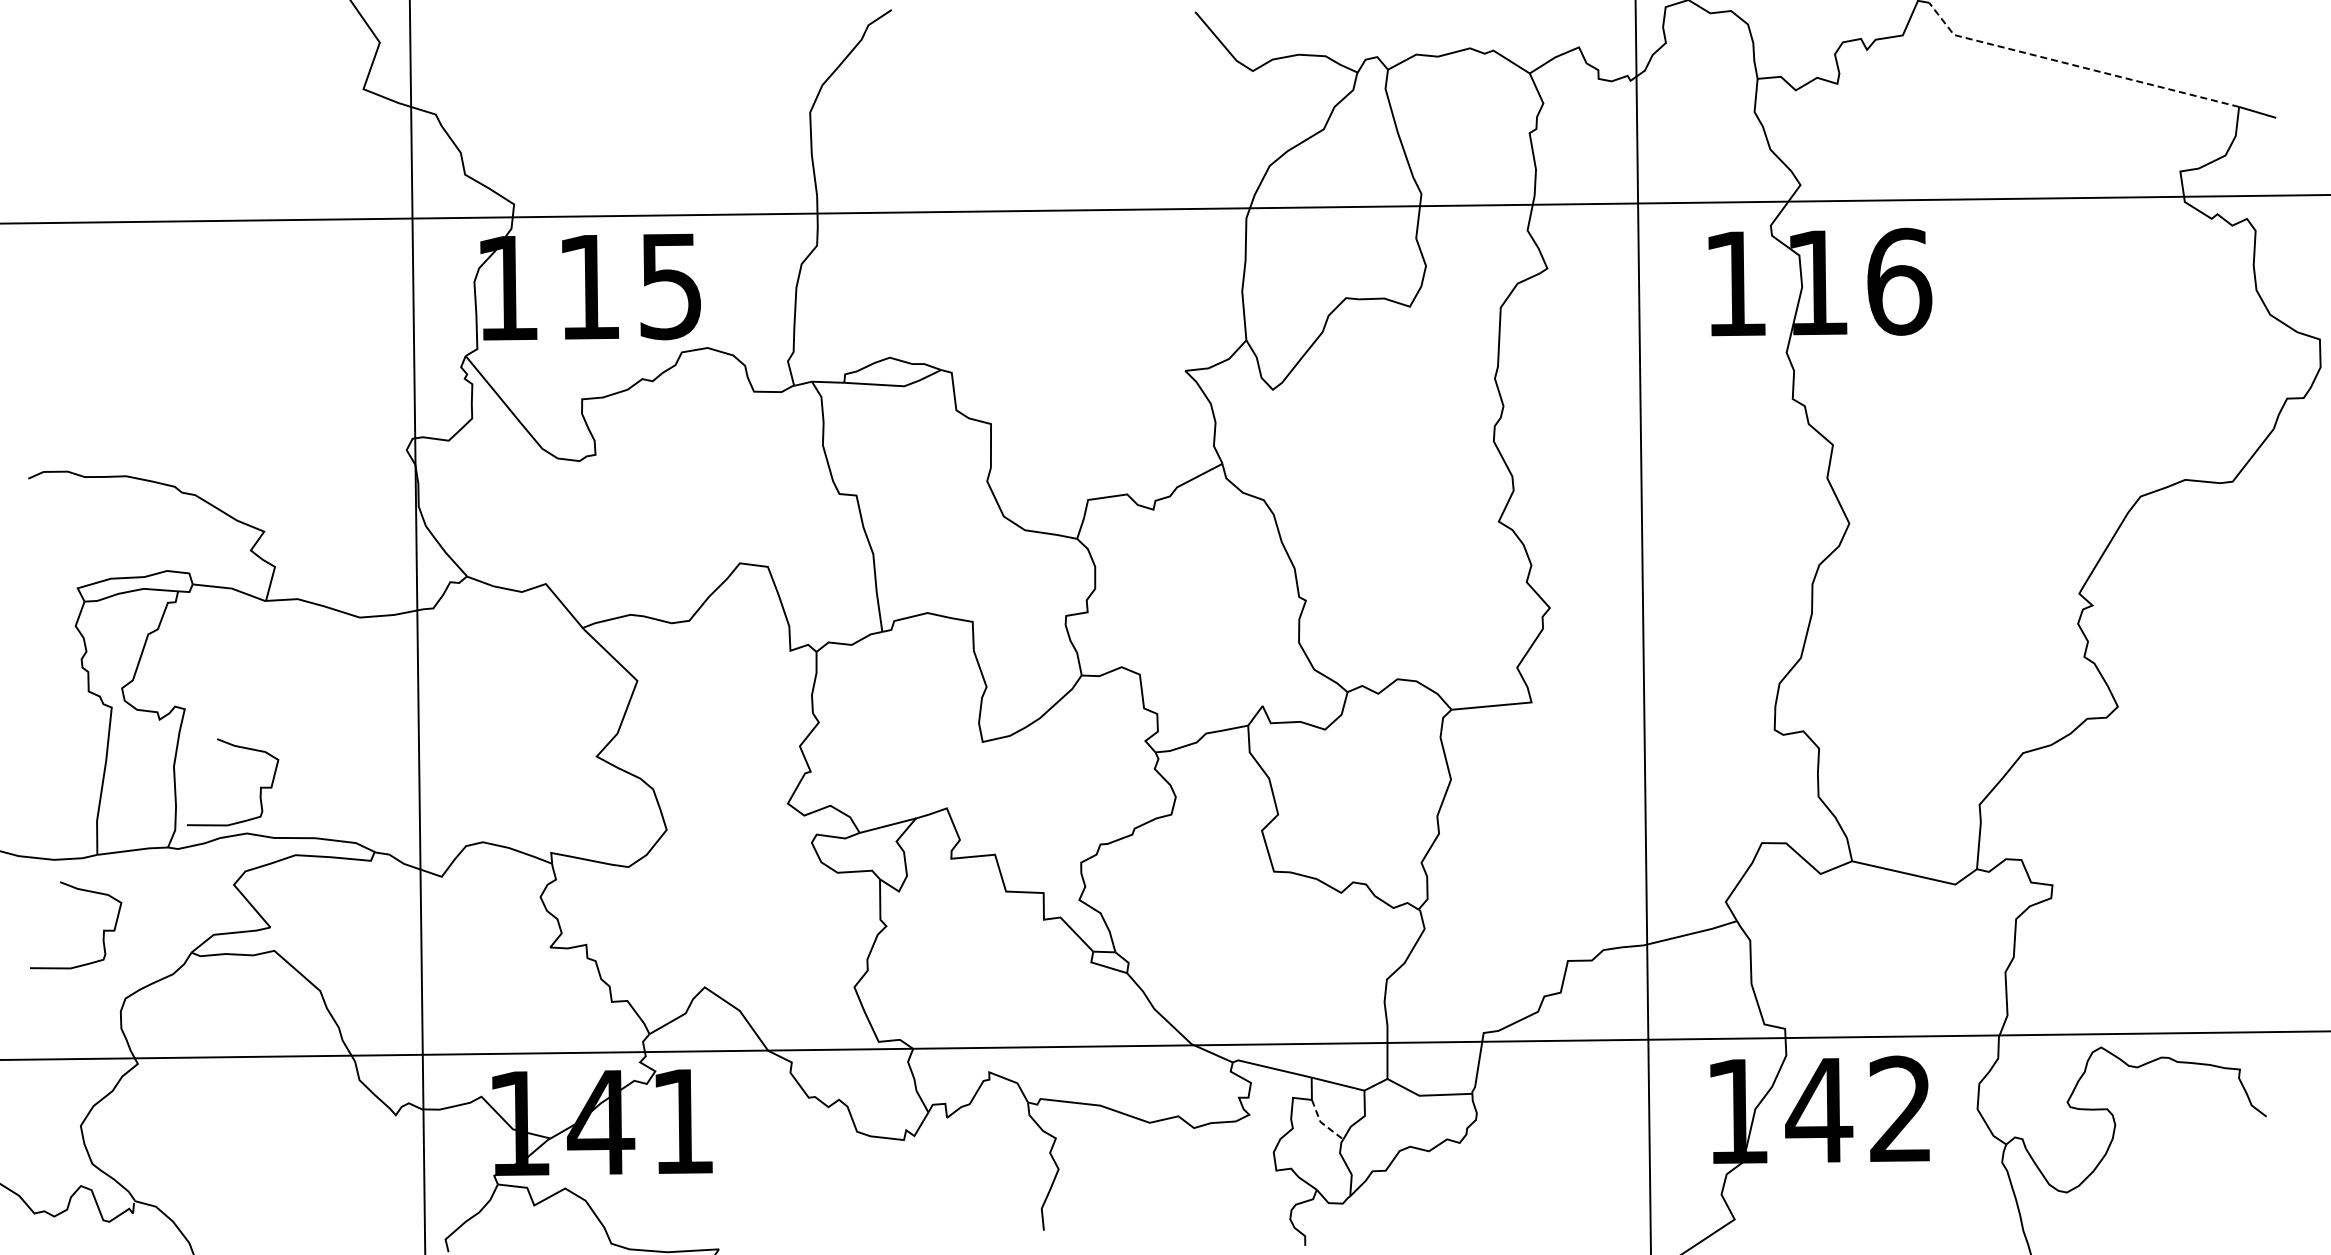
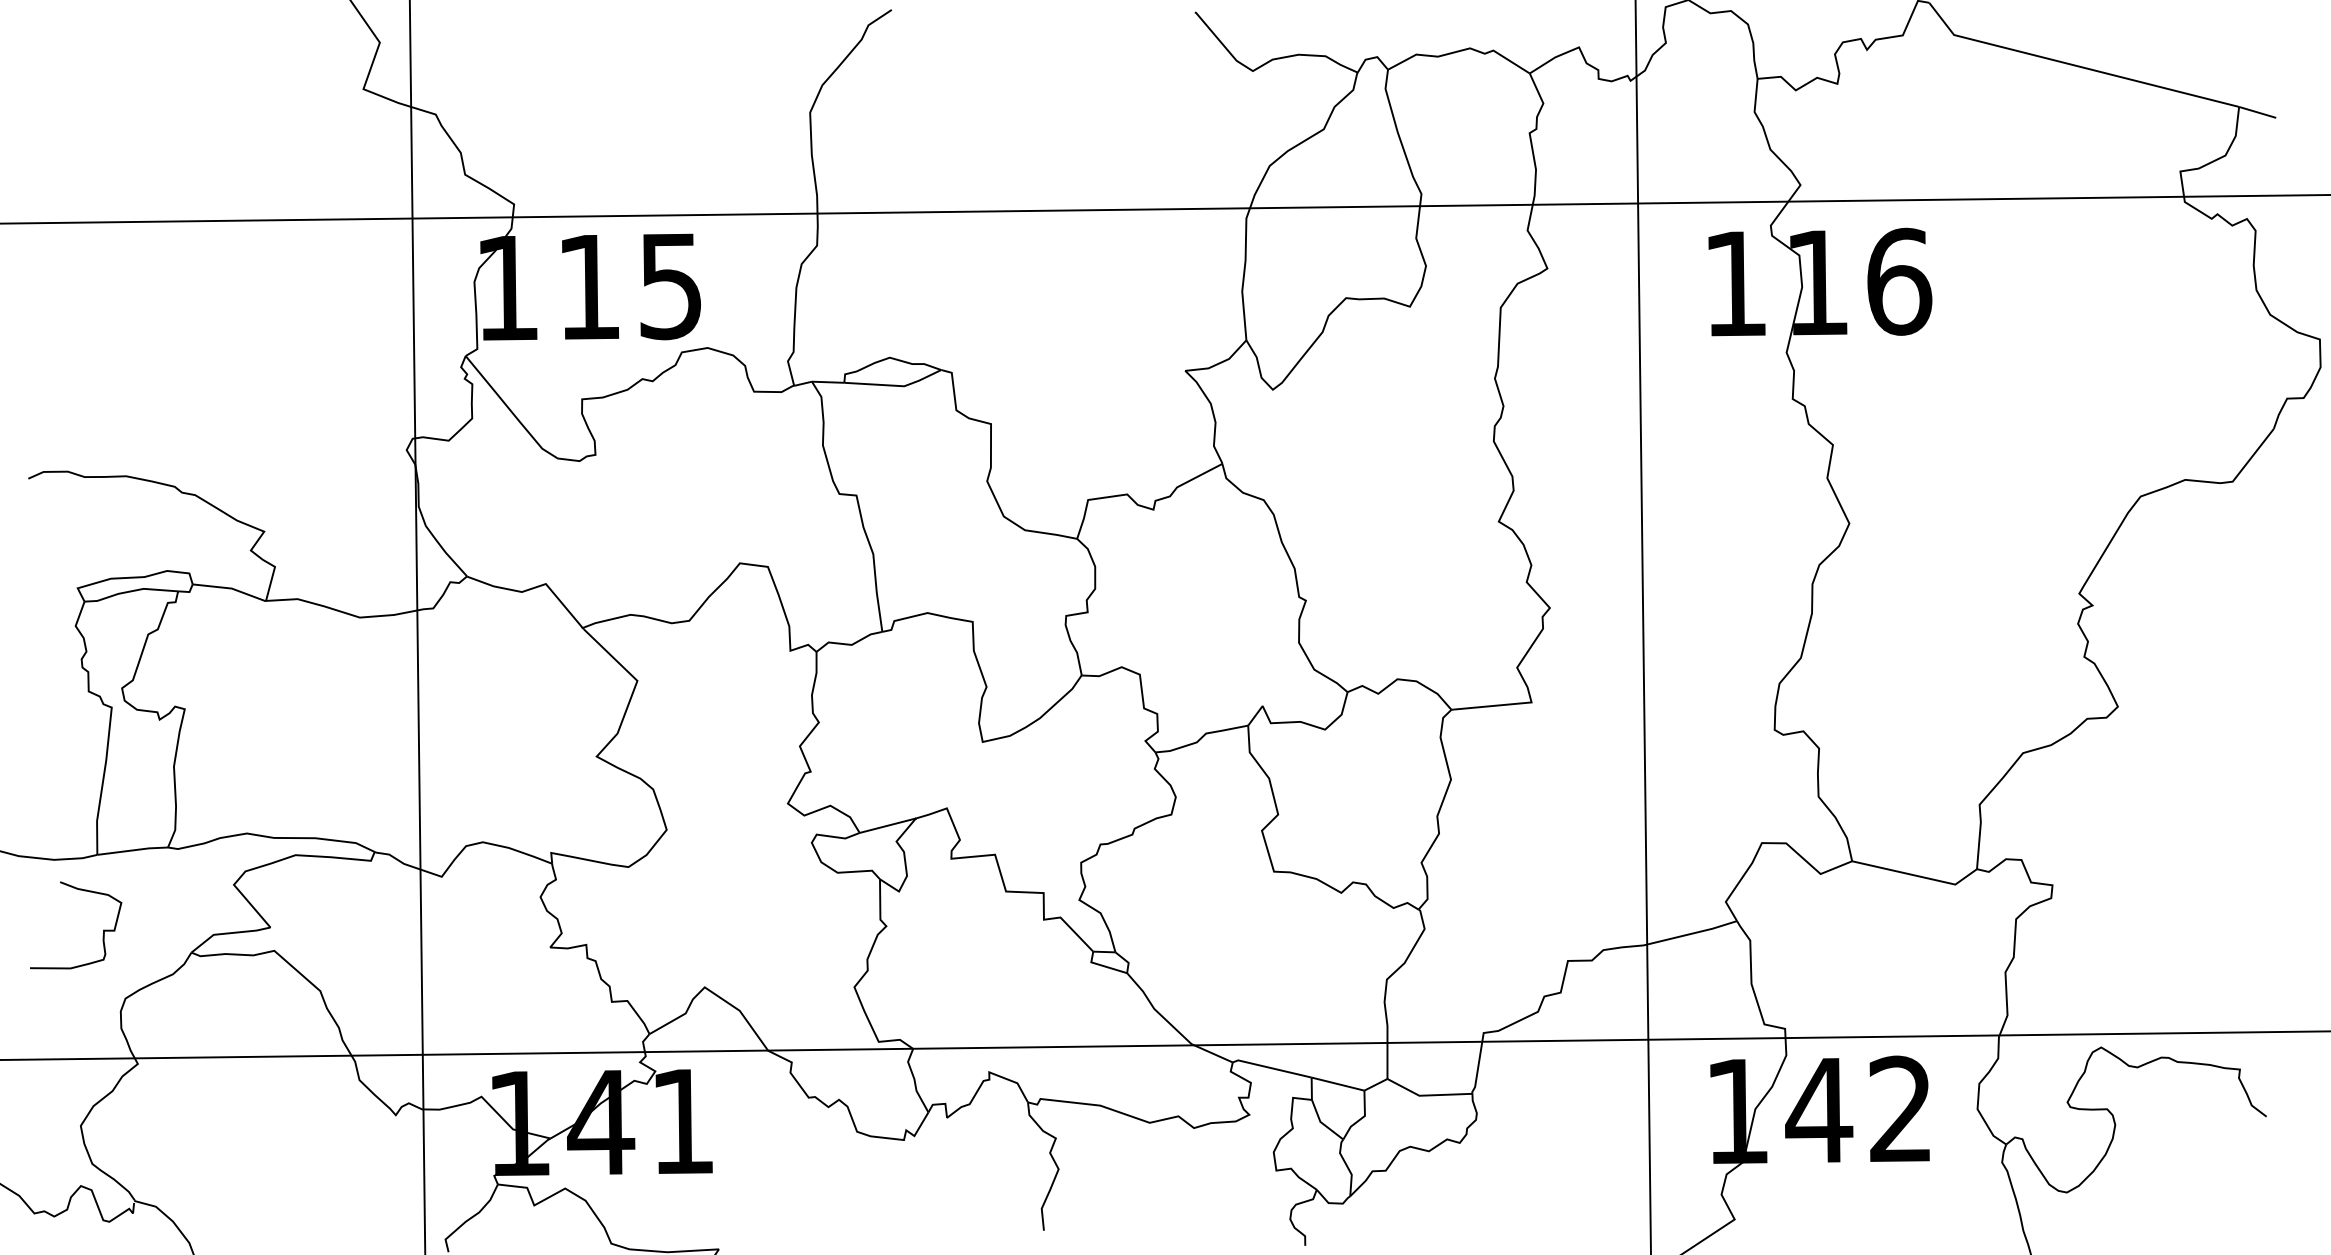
line at (2076, 65): dashed -> solid
curve at (260, 786): present -> none
line at (1321, 1123): dashed -> solid
